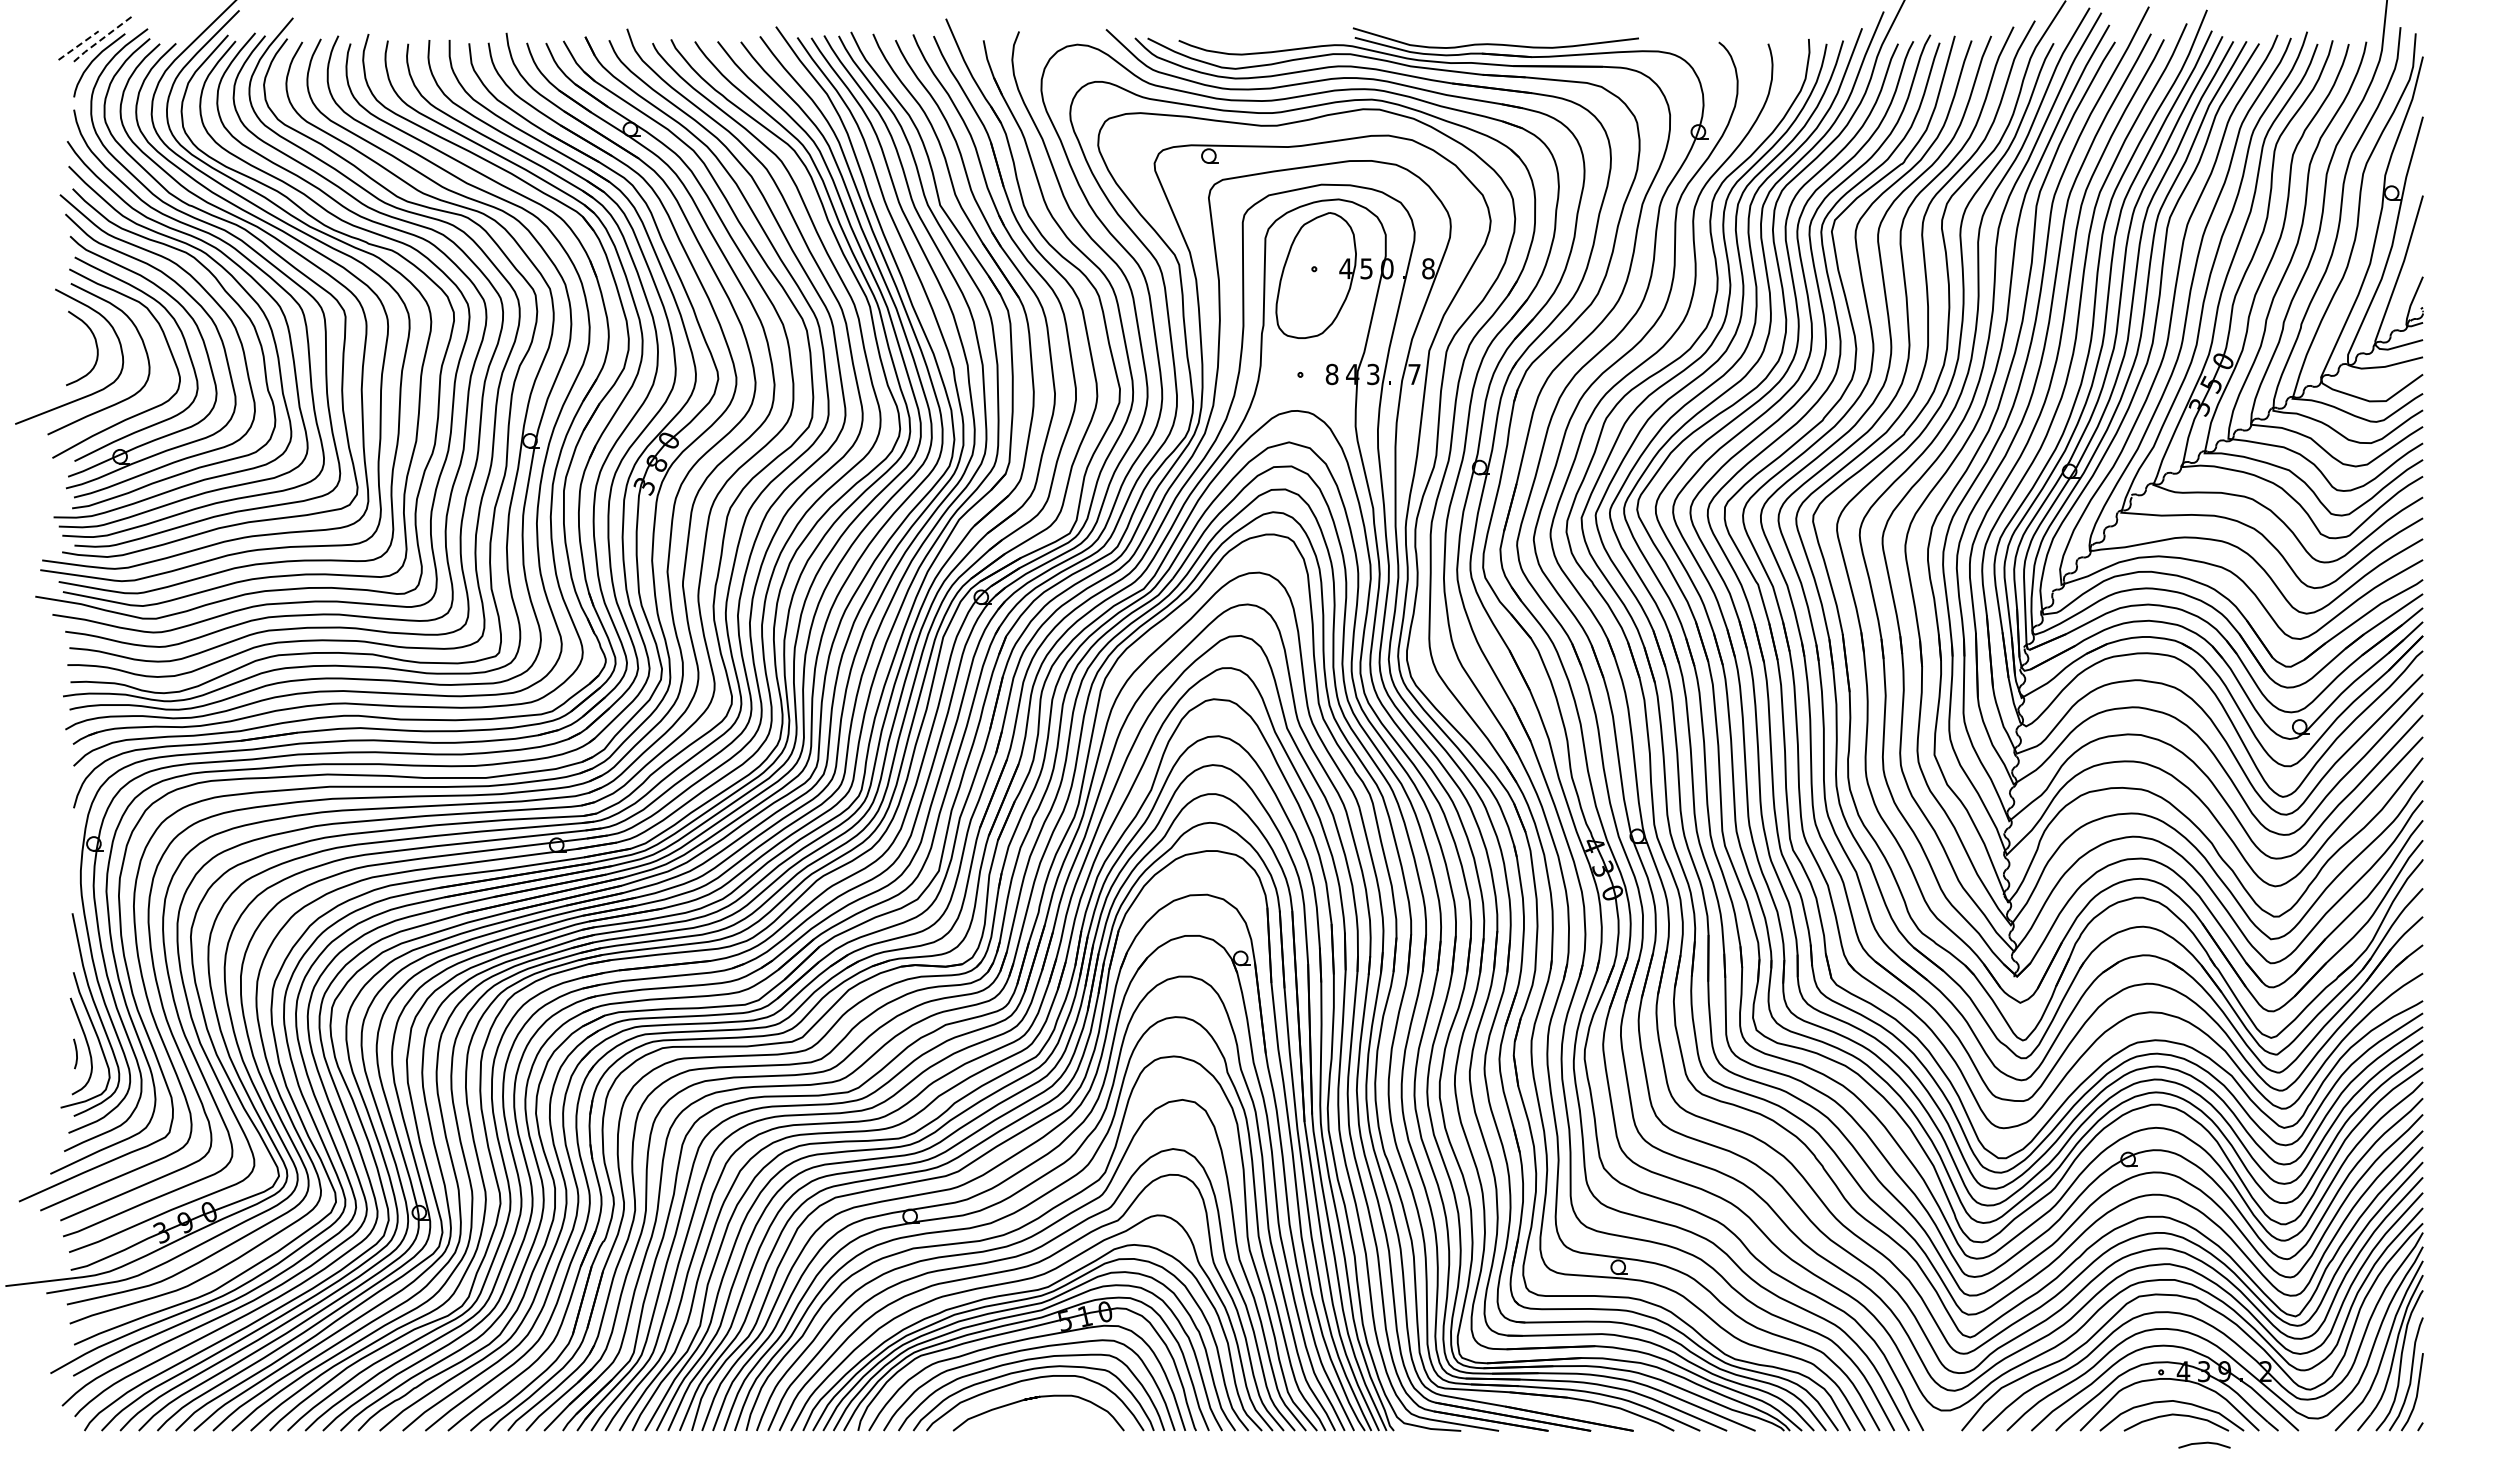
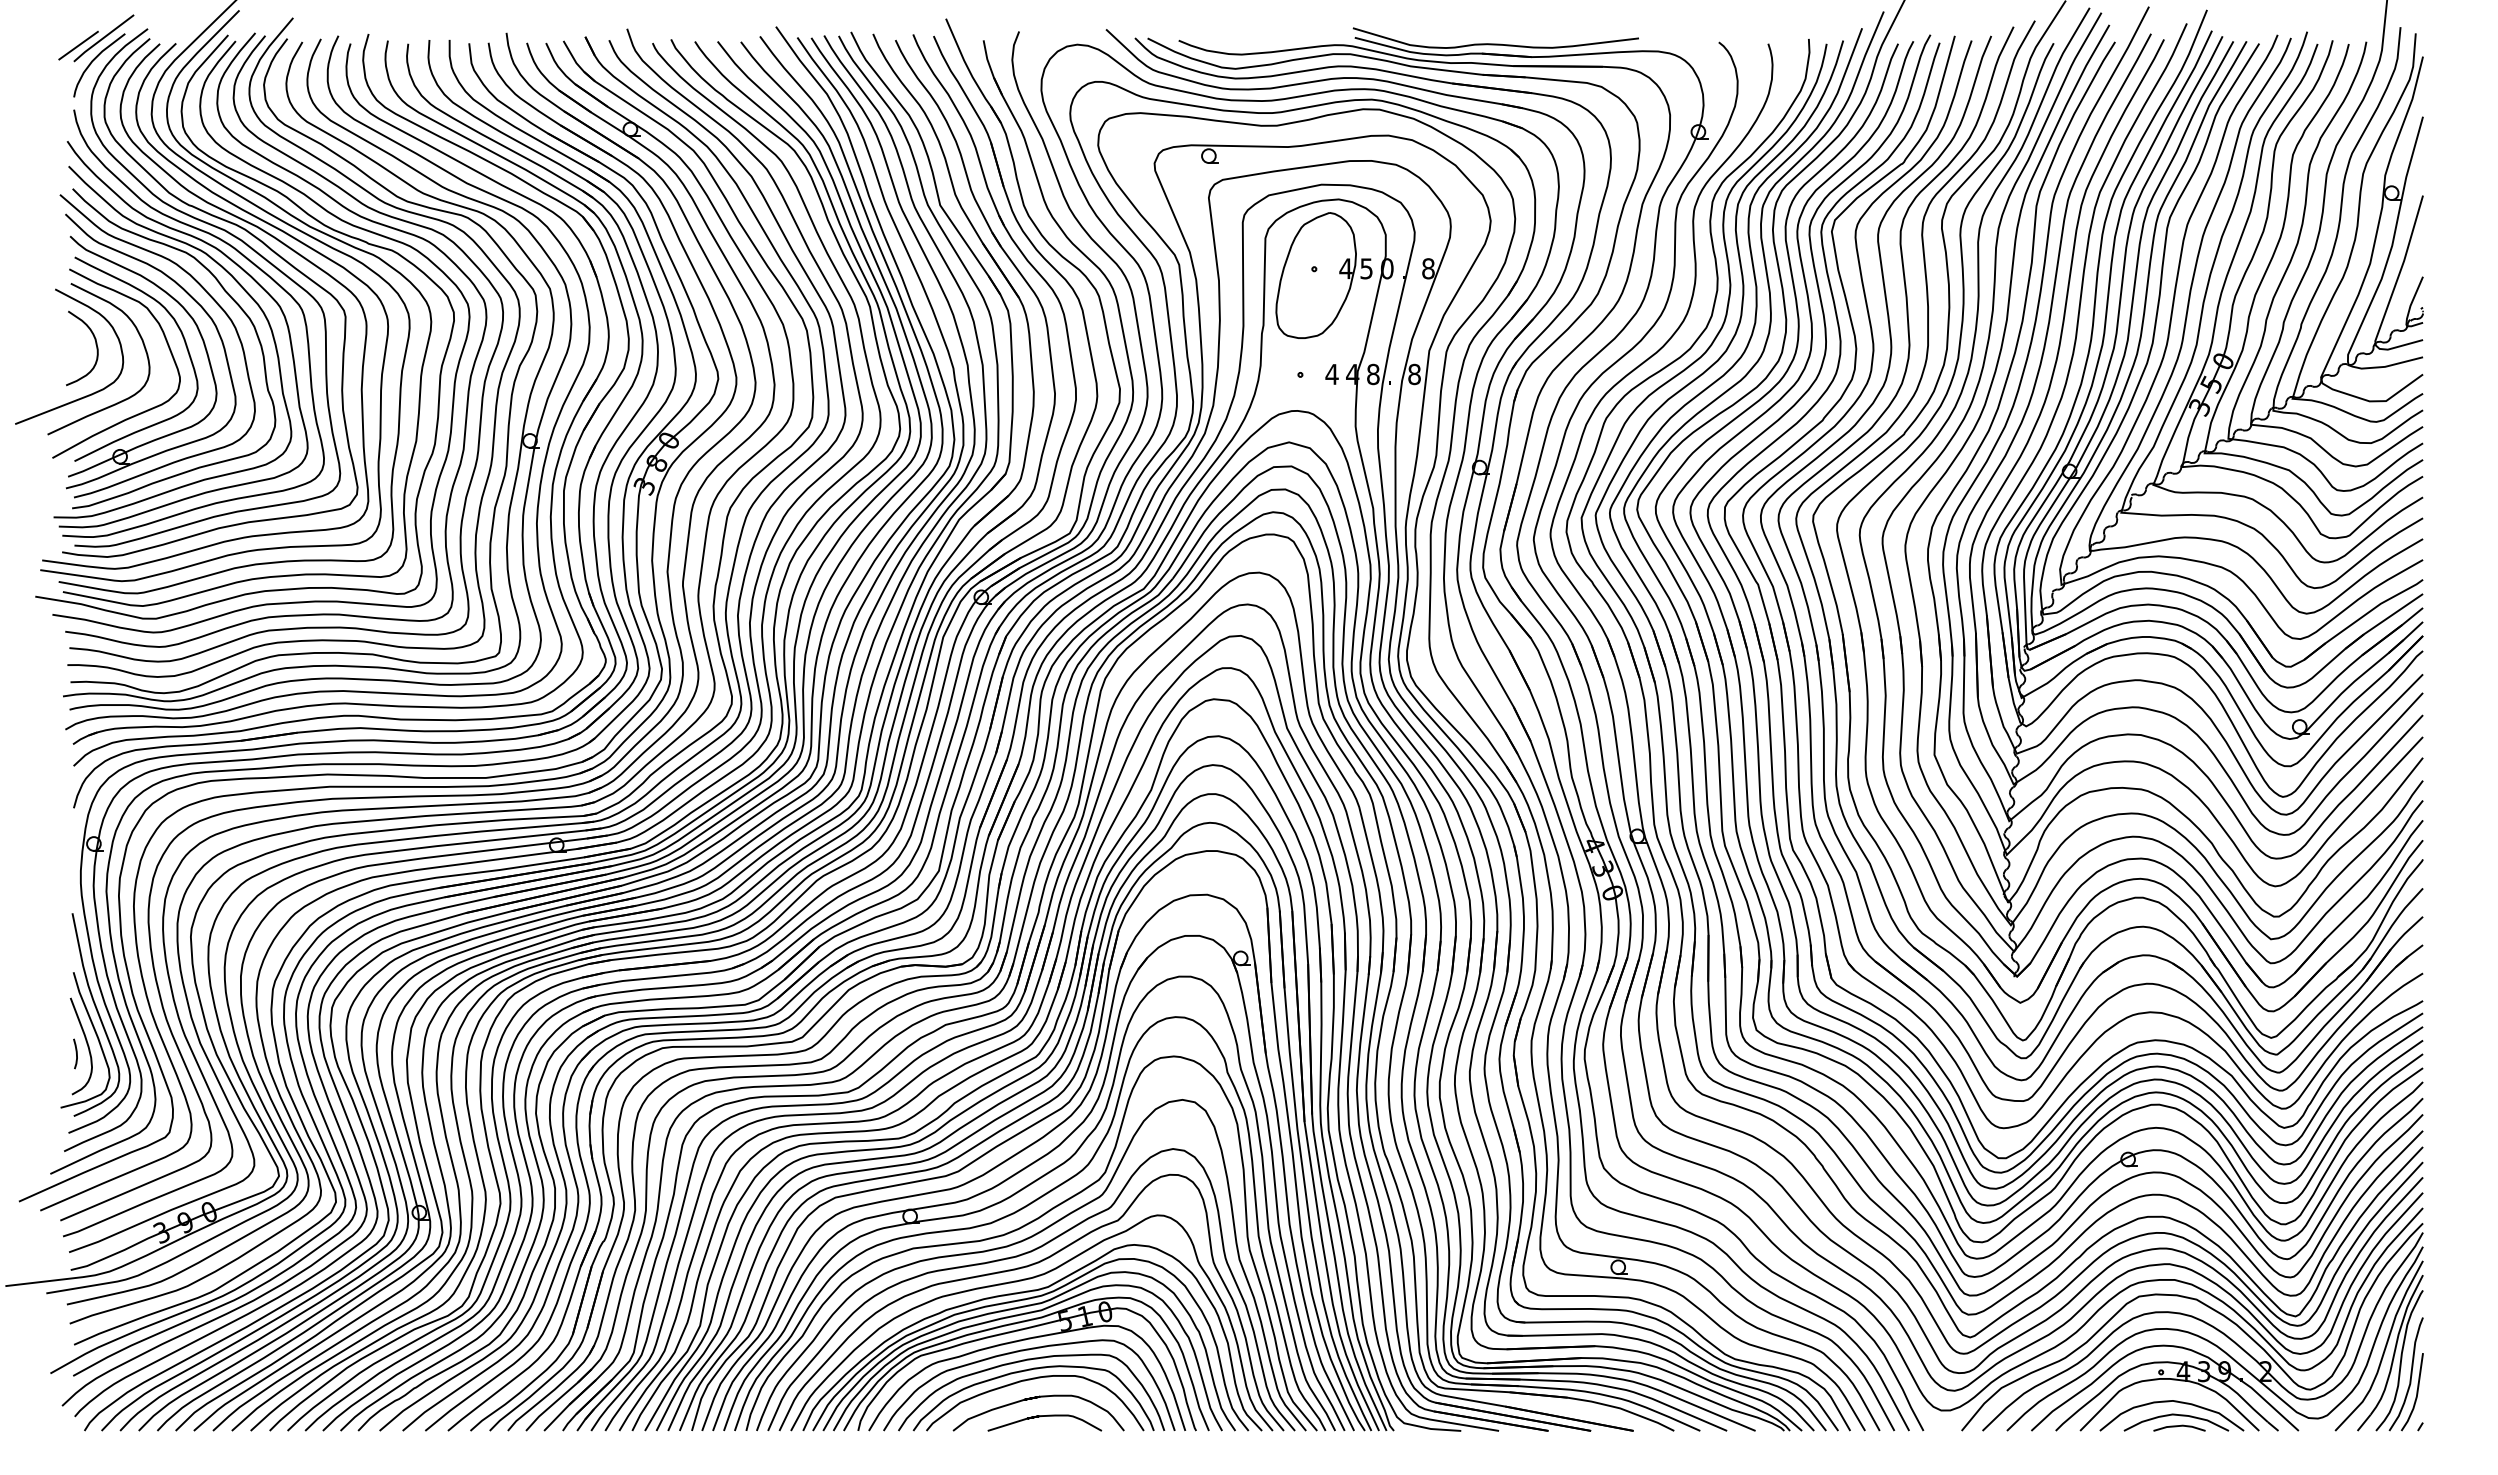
line at (103, 38): dashed -> solid
line at (78, 45): dashed -> solid
text at (1331, 374): 8 -> 4
text at (1373, 374): 3 -> 8
text at (1414, 374): 7 -> 8
curve at (1044, 1416): none -> present
line at (2204, 1443) position: (2204, 1443) -> (2179, 1426)
